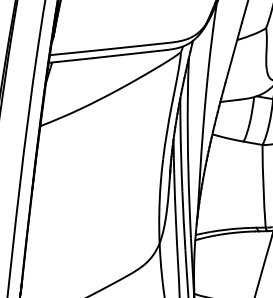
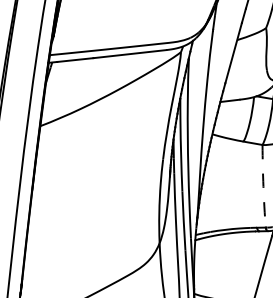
arc at (263, 186): solid -> dashed
